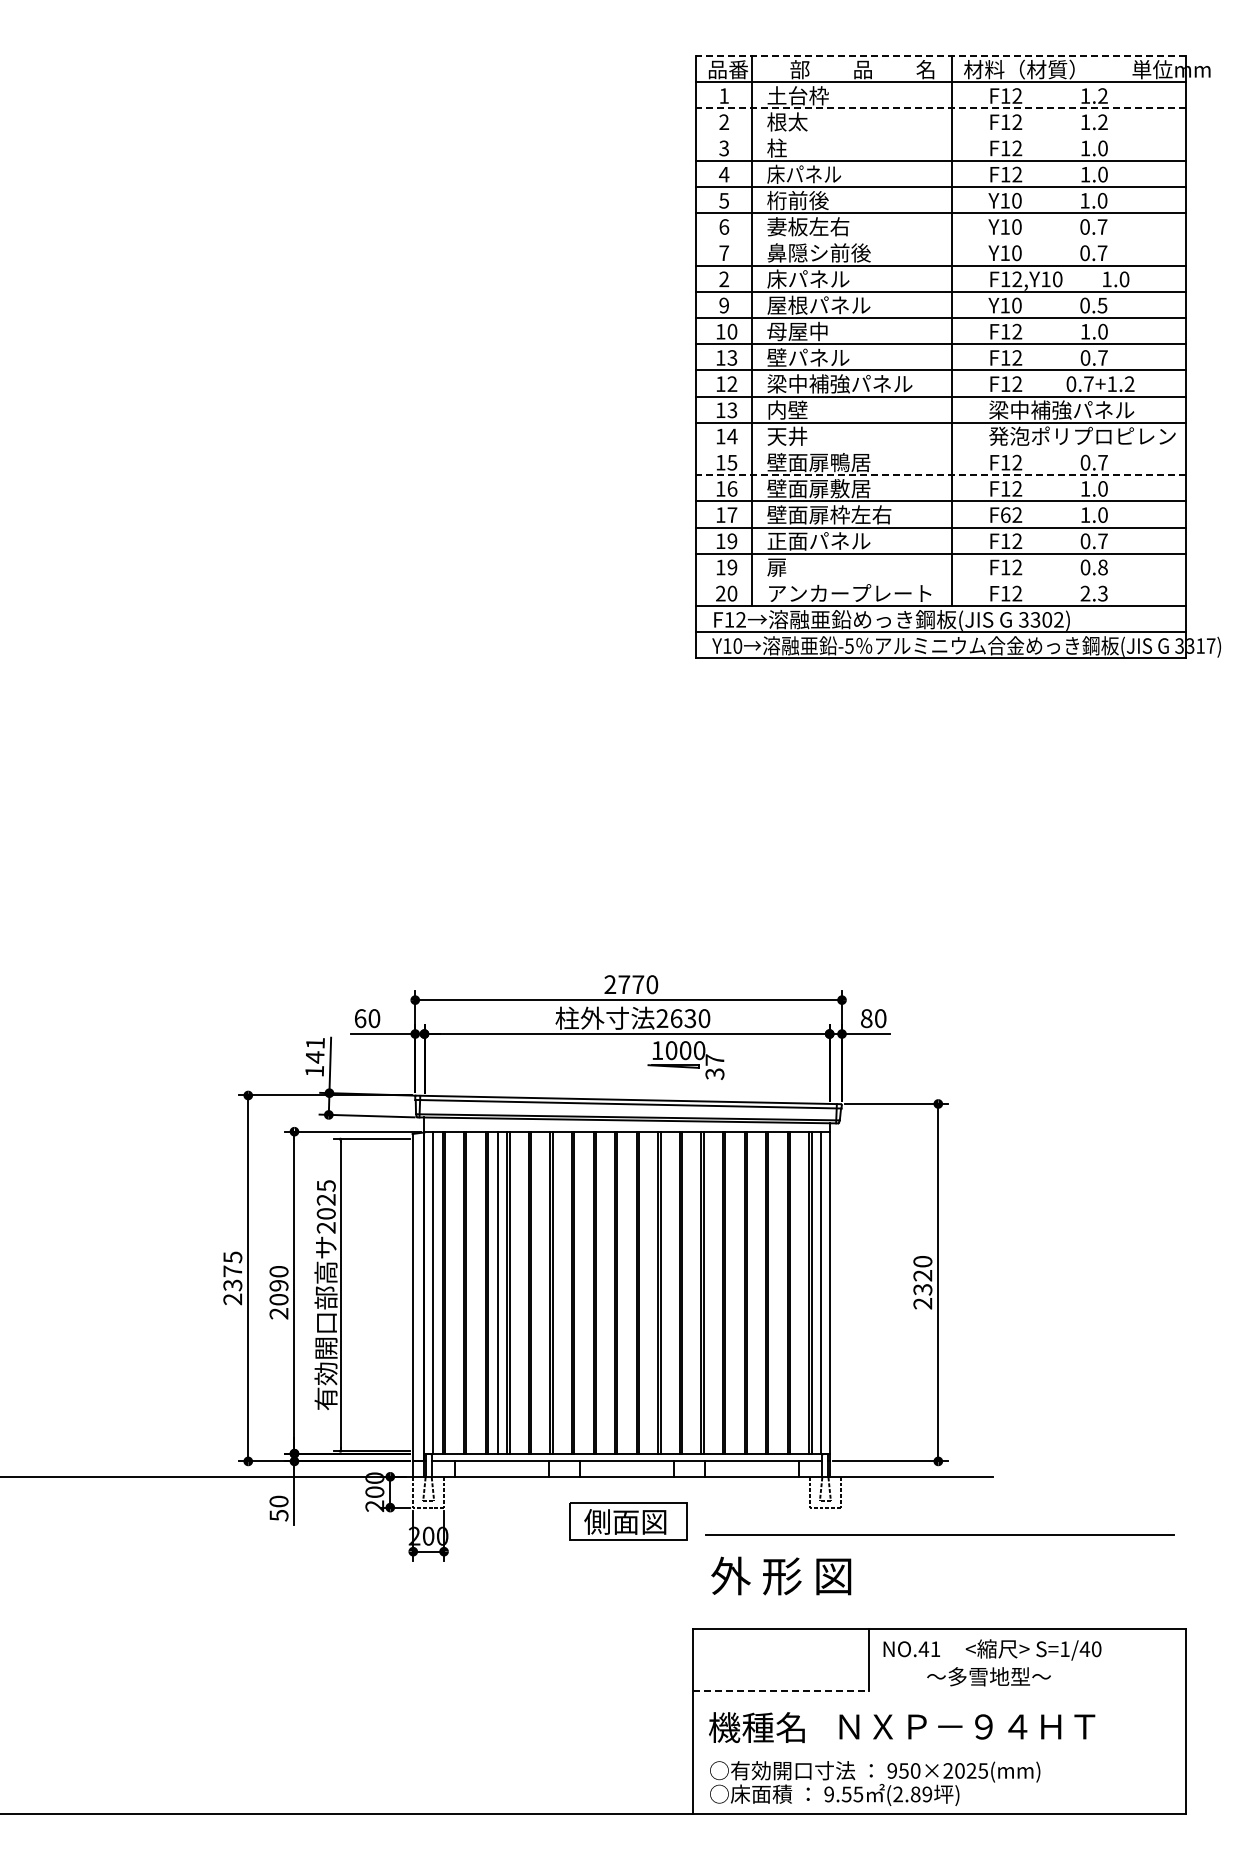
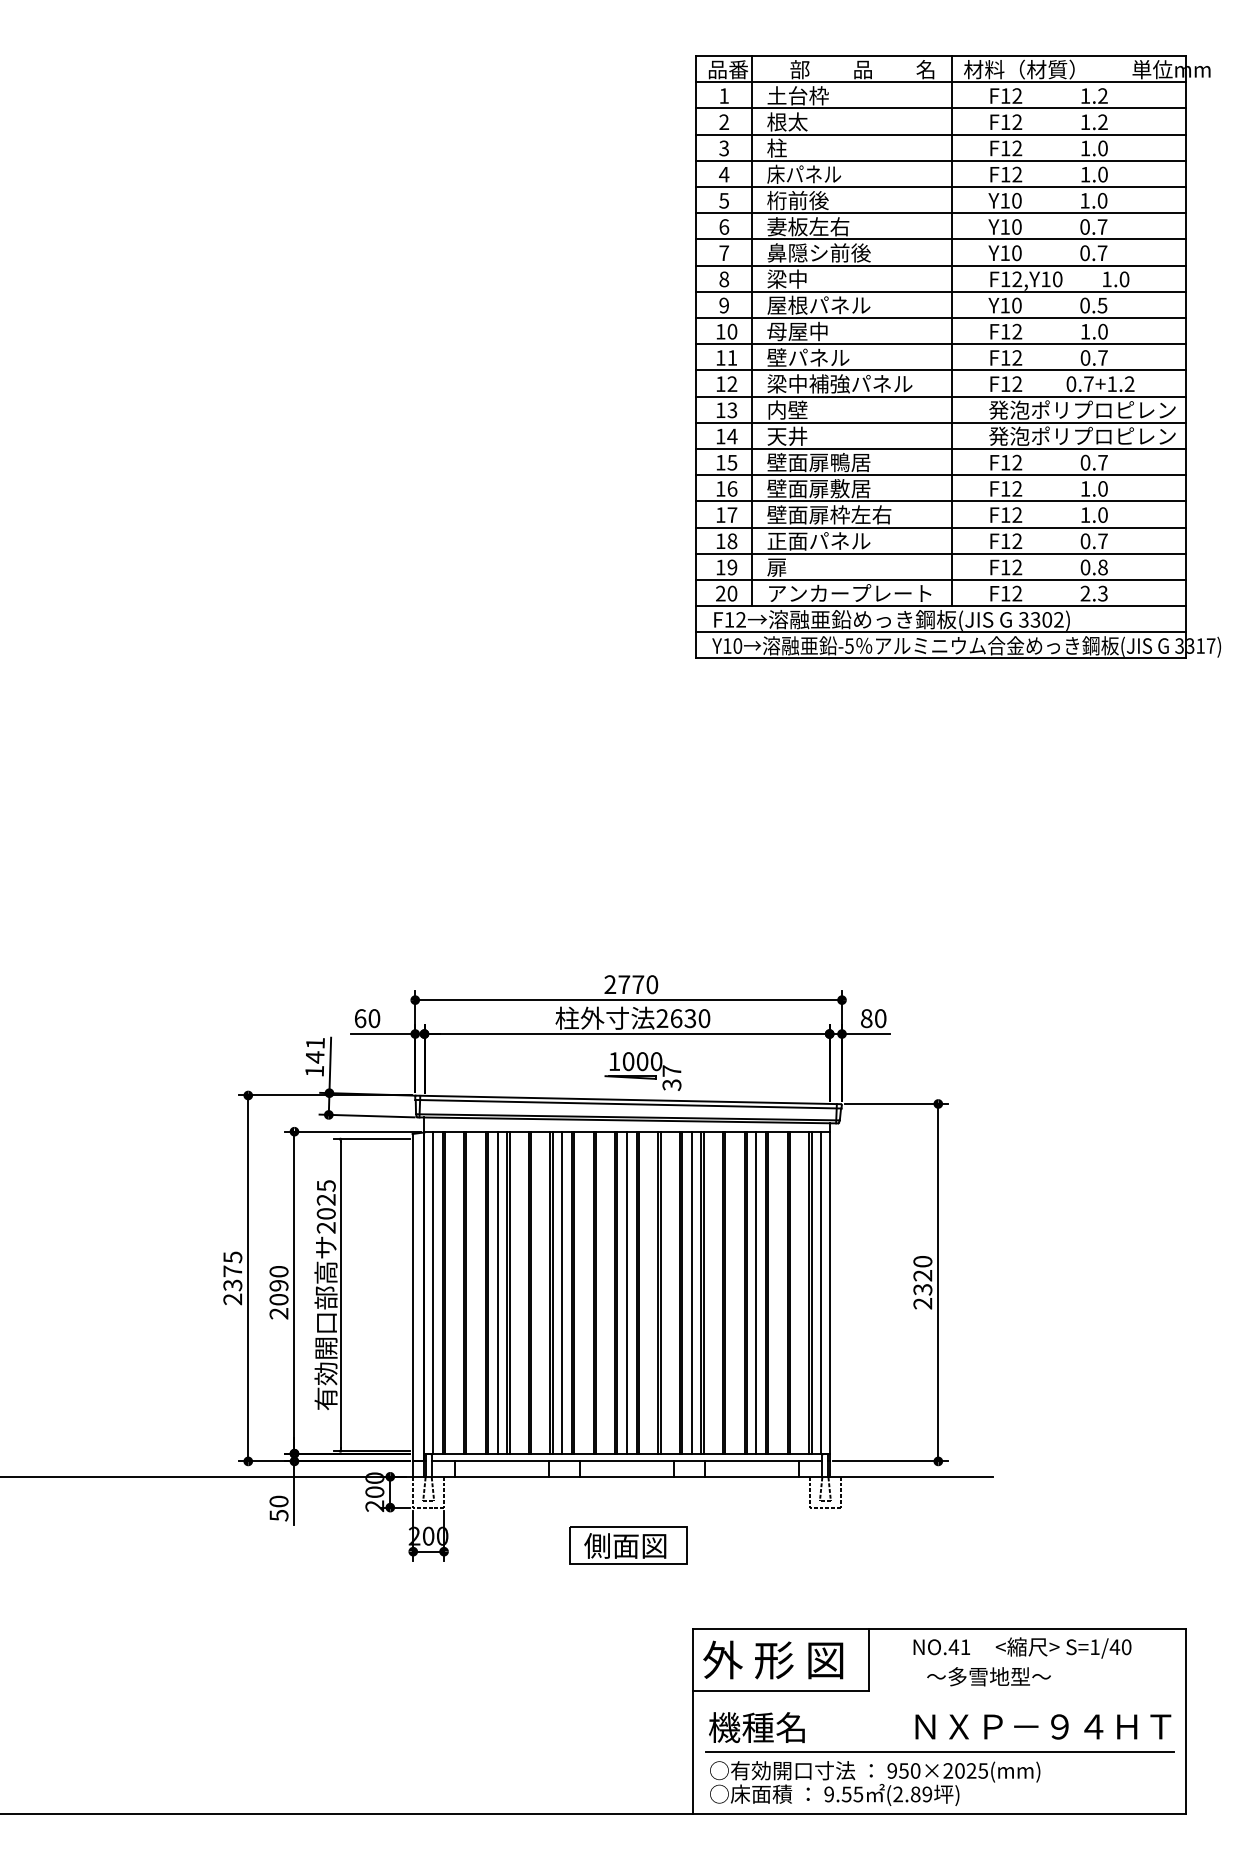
line at (941, 56): dashed -> solid
line at (941, 108): dashed -> solid
line at (941, 134): none -> present
line at (941, 239): none -> present
text at (808, 278): 床パネル -> 梁中
text at (724, 279): 2 -> 8
text at (732, 357): 13 -> 11
text at (1082, 409): 梁中補強パネル -> 発泡ポリプロピレン
line at (941, 448): none -> present
line at (941, 475): dashed -> solid
text at (1005, 514): F62 -> F12
text at (732, 541): 19 -> 18
line at (941, 579): none -> present
part at (685, 1060) position: (685, 1060) -> (642, 1071)
line at (562, 1292): none -> present
line at (627, 1292): none -> present
line at (691, 1292): none -> present
line at (756, 1292): none -> present
part at (628, 1521) position: (628, 1521) -> (628, 1545)
line at (939, 1534) position: (939, 1534) -> (939, 1751)
text at (781, 1575) position: (781, 1575) -> (773, 1659)
text at (992, 1649) position: (992, 1649) -> (1022, 1647)
line at (781, 1690): dashed -> solid
text at (967, 1726) position: (967, 1726) -> (1043, 1726)
